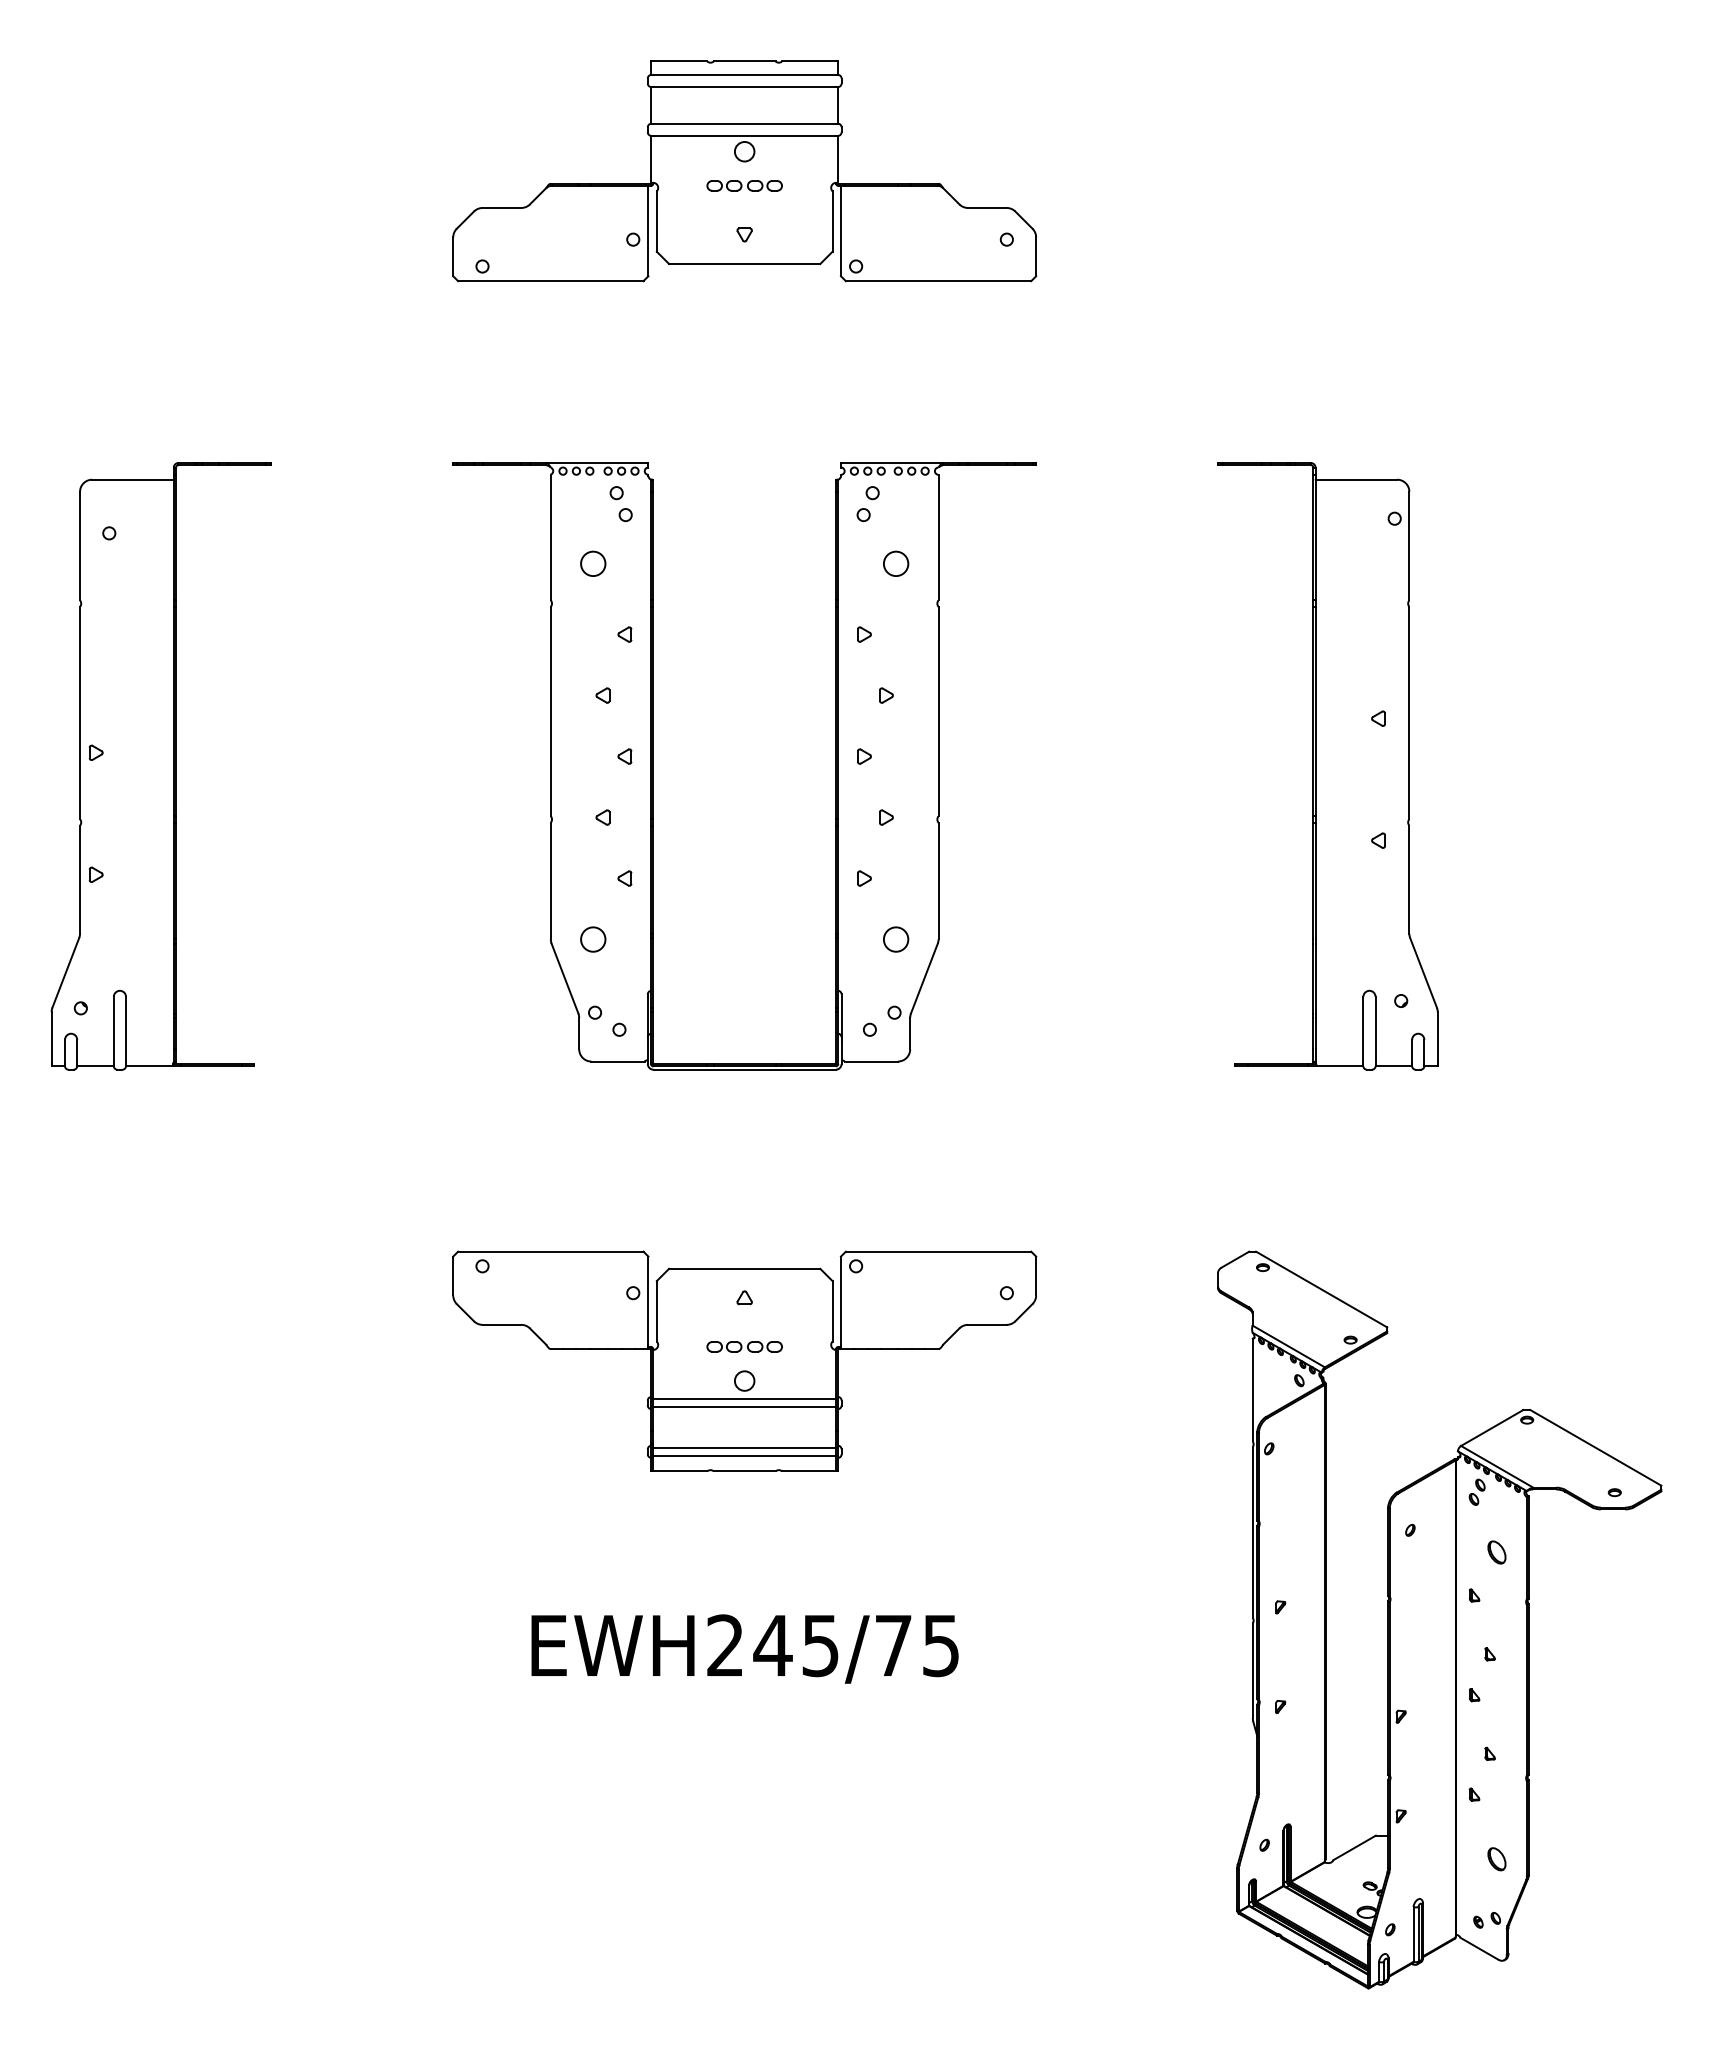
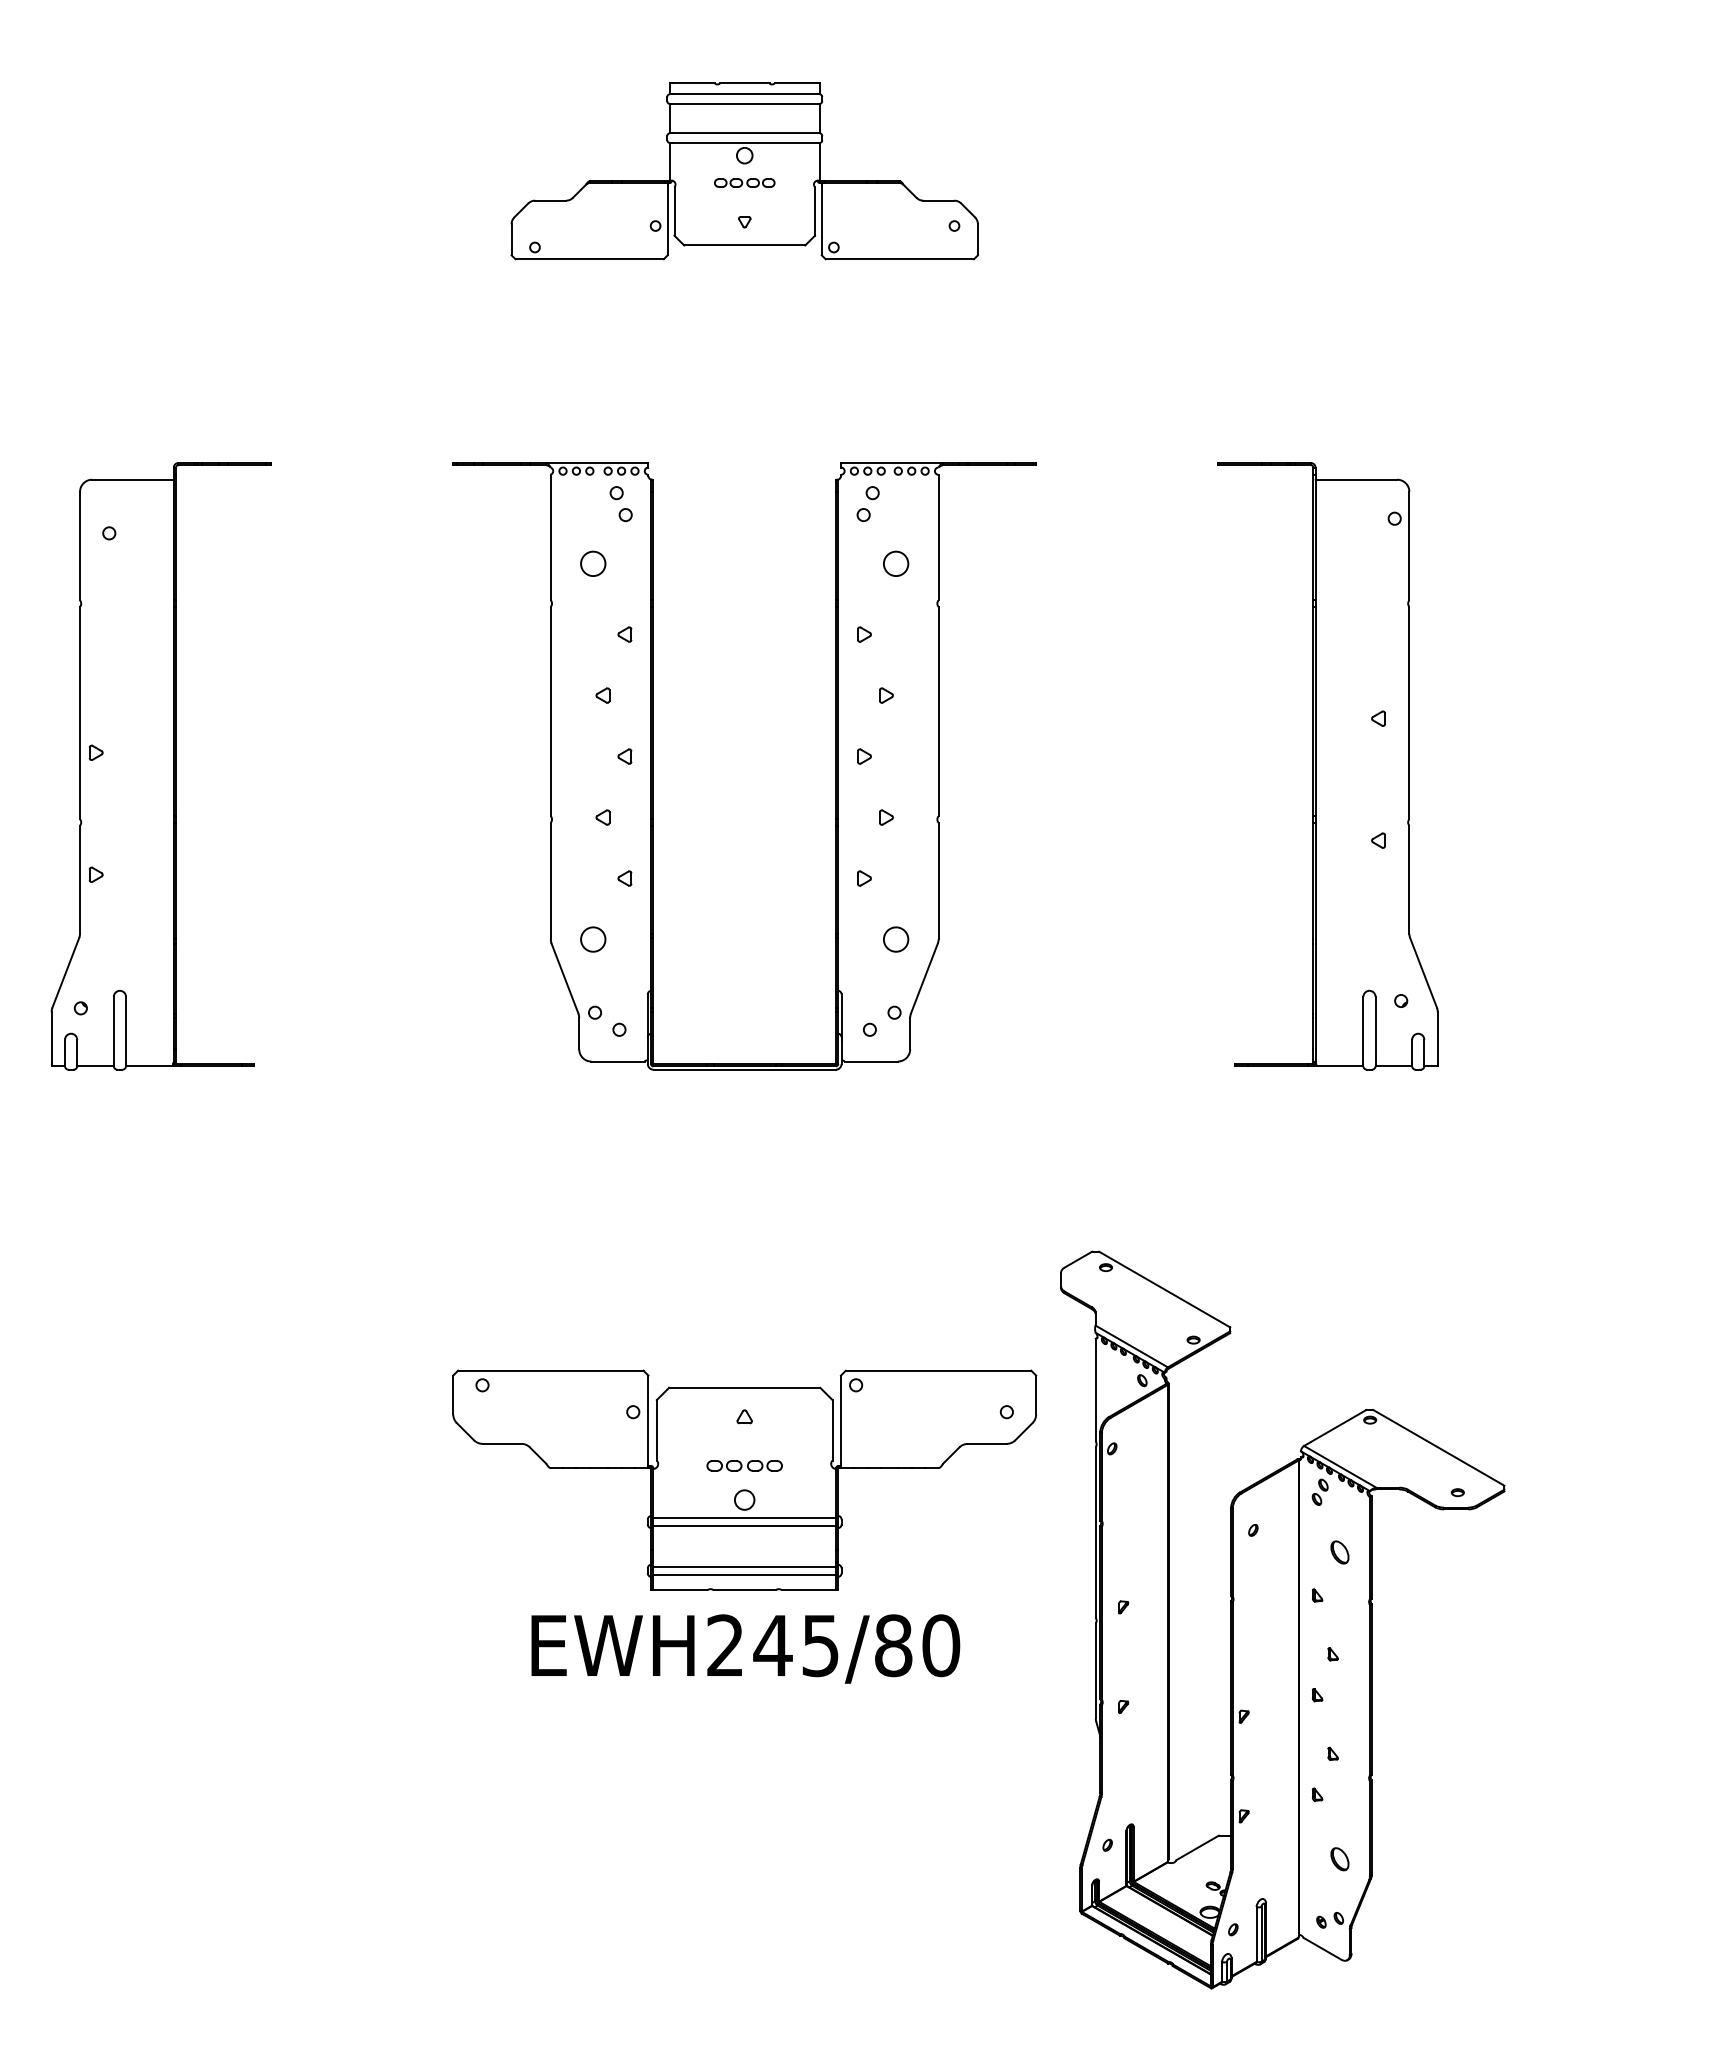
part at (744, 171) size: 586x223 px -> 469x179 px
part at (744, 1360) position: (744, 1360) -> (744, 1479)
part at (1439, 1619) position: (1439, 1619) -> (1282, 1619)
text at (917, 1645): EWH245/75 -> EWH245/80
